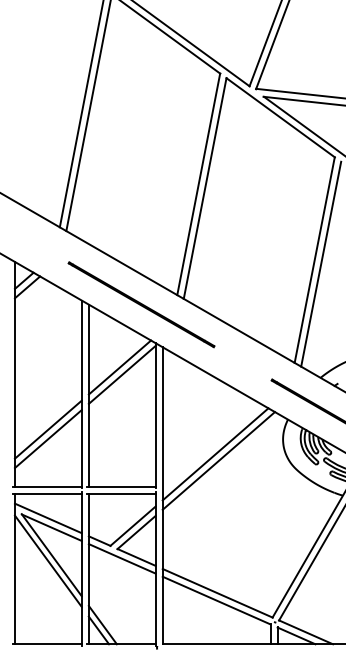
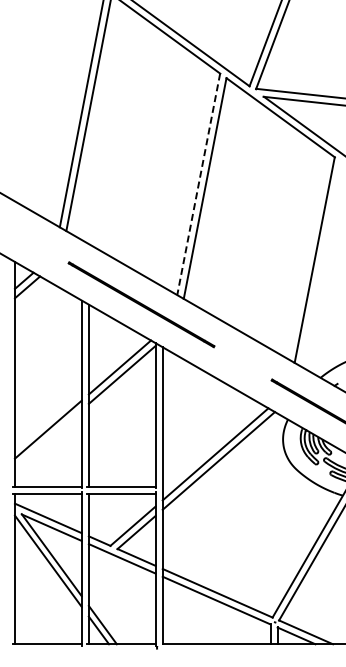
line at (198, 184): solid -> dashed
line at (321, 263): present -> none
line at (47, 439): present -> none
